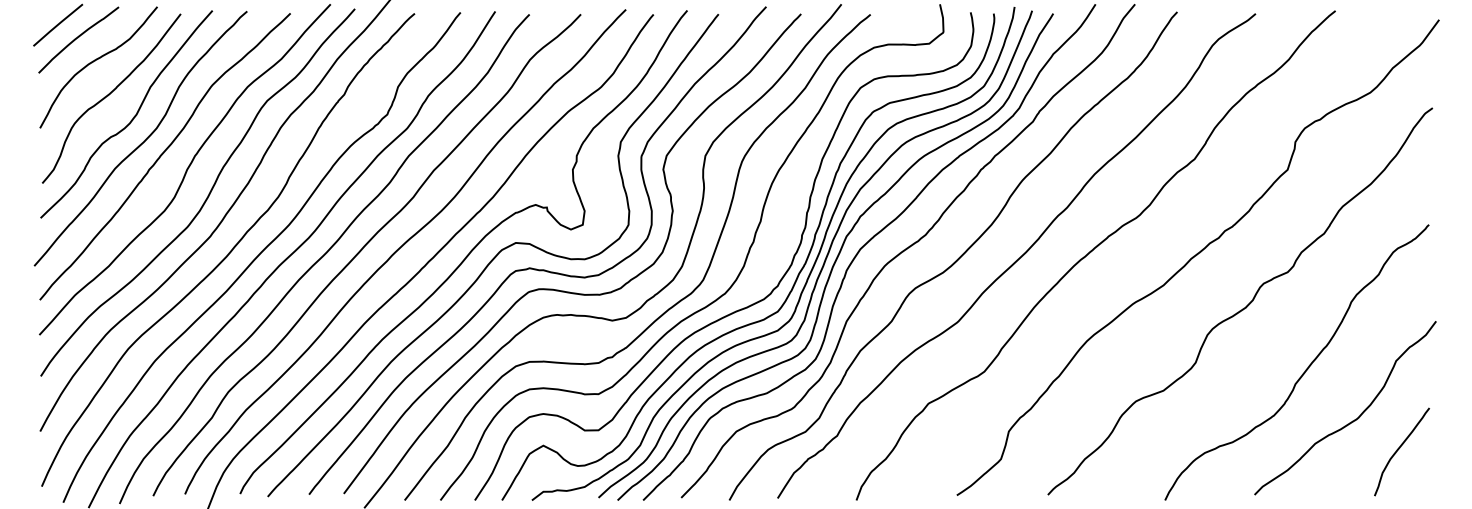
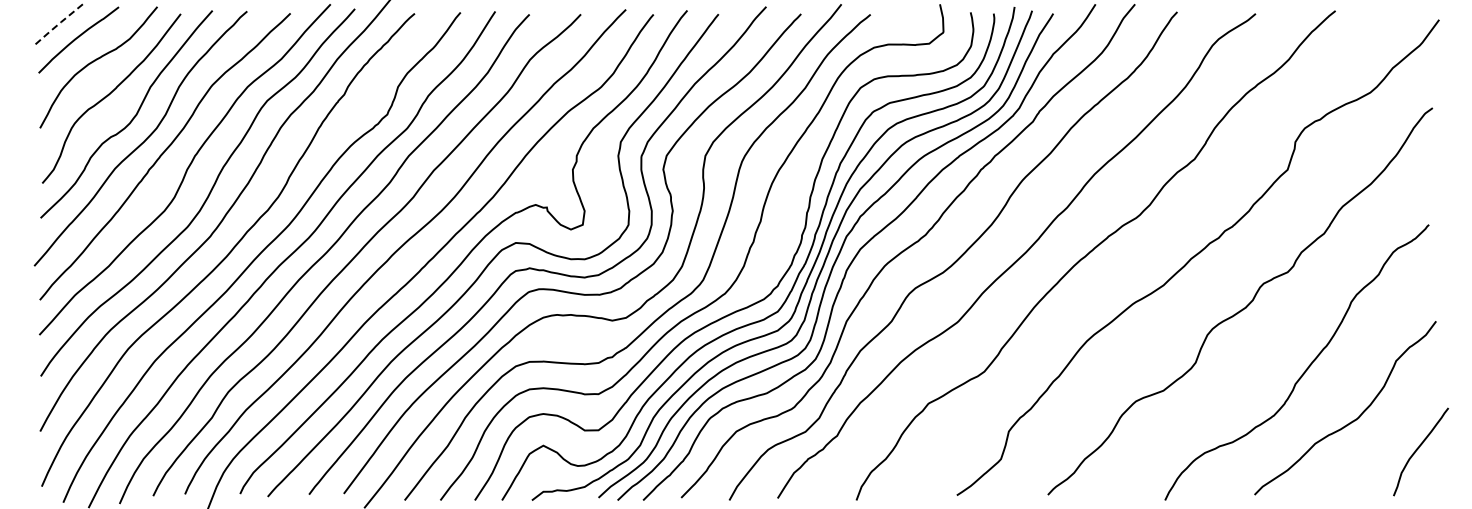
line at (58, 24): solid -> dashed
curve at (1399, 449) position: (1399, 449) -> (1418, 449)
